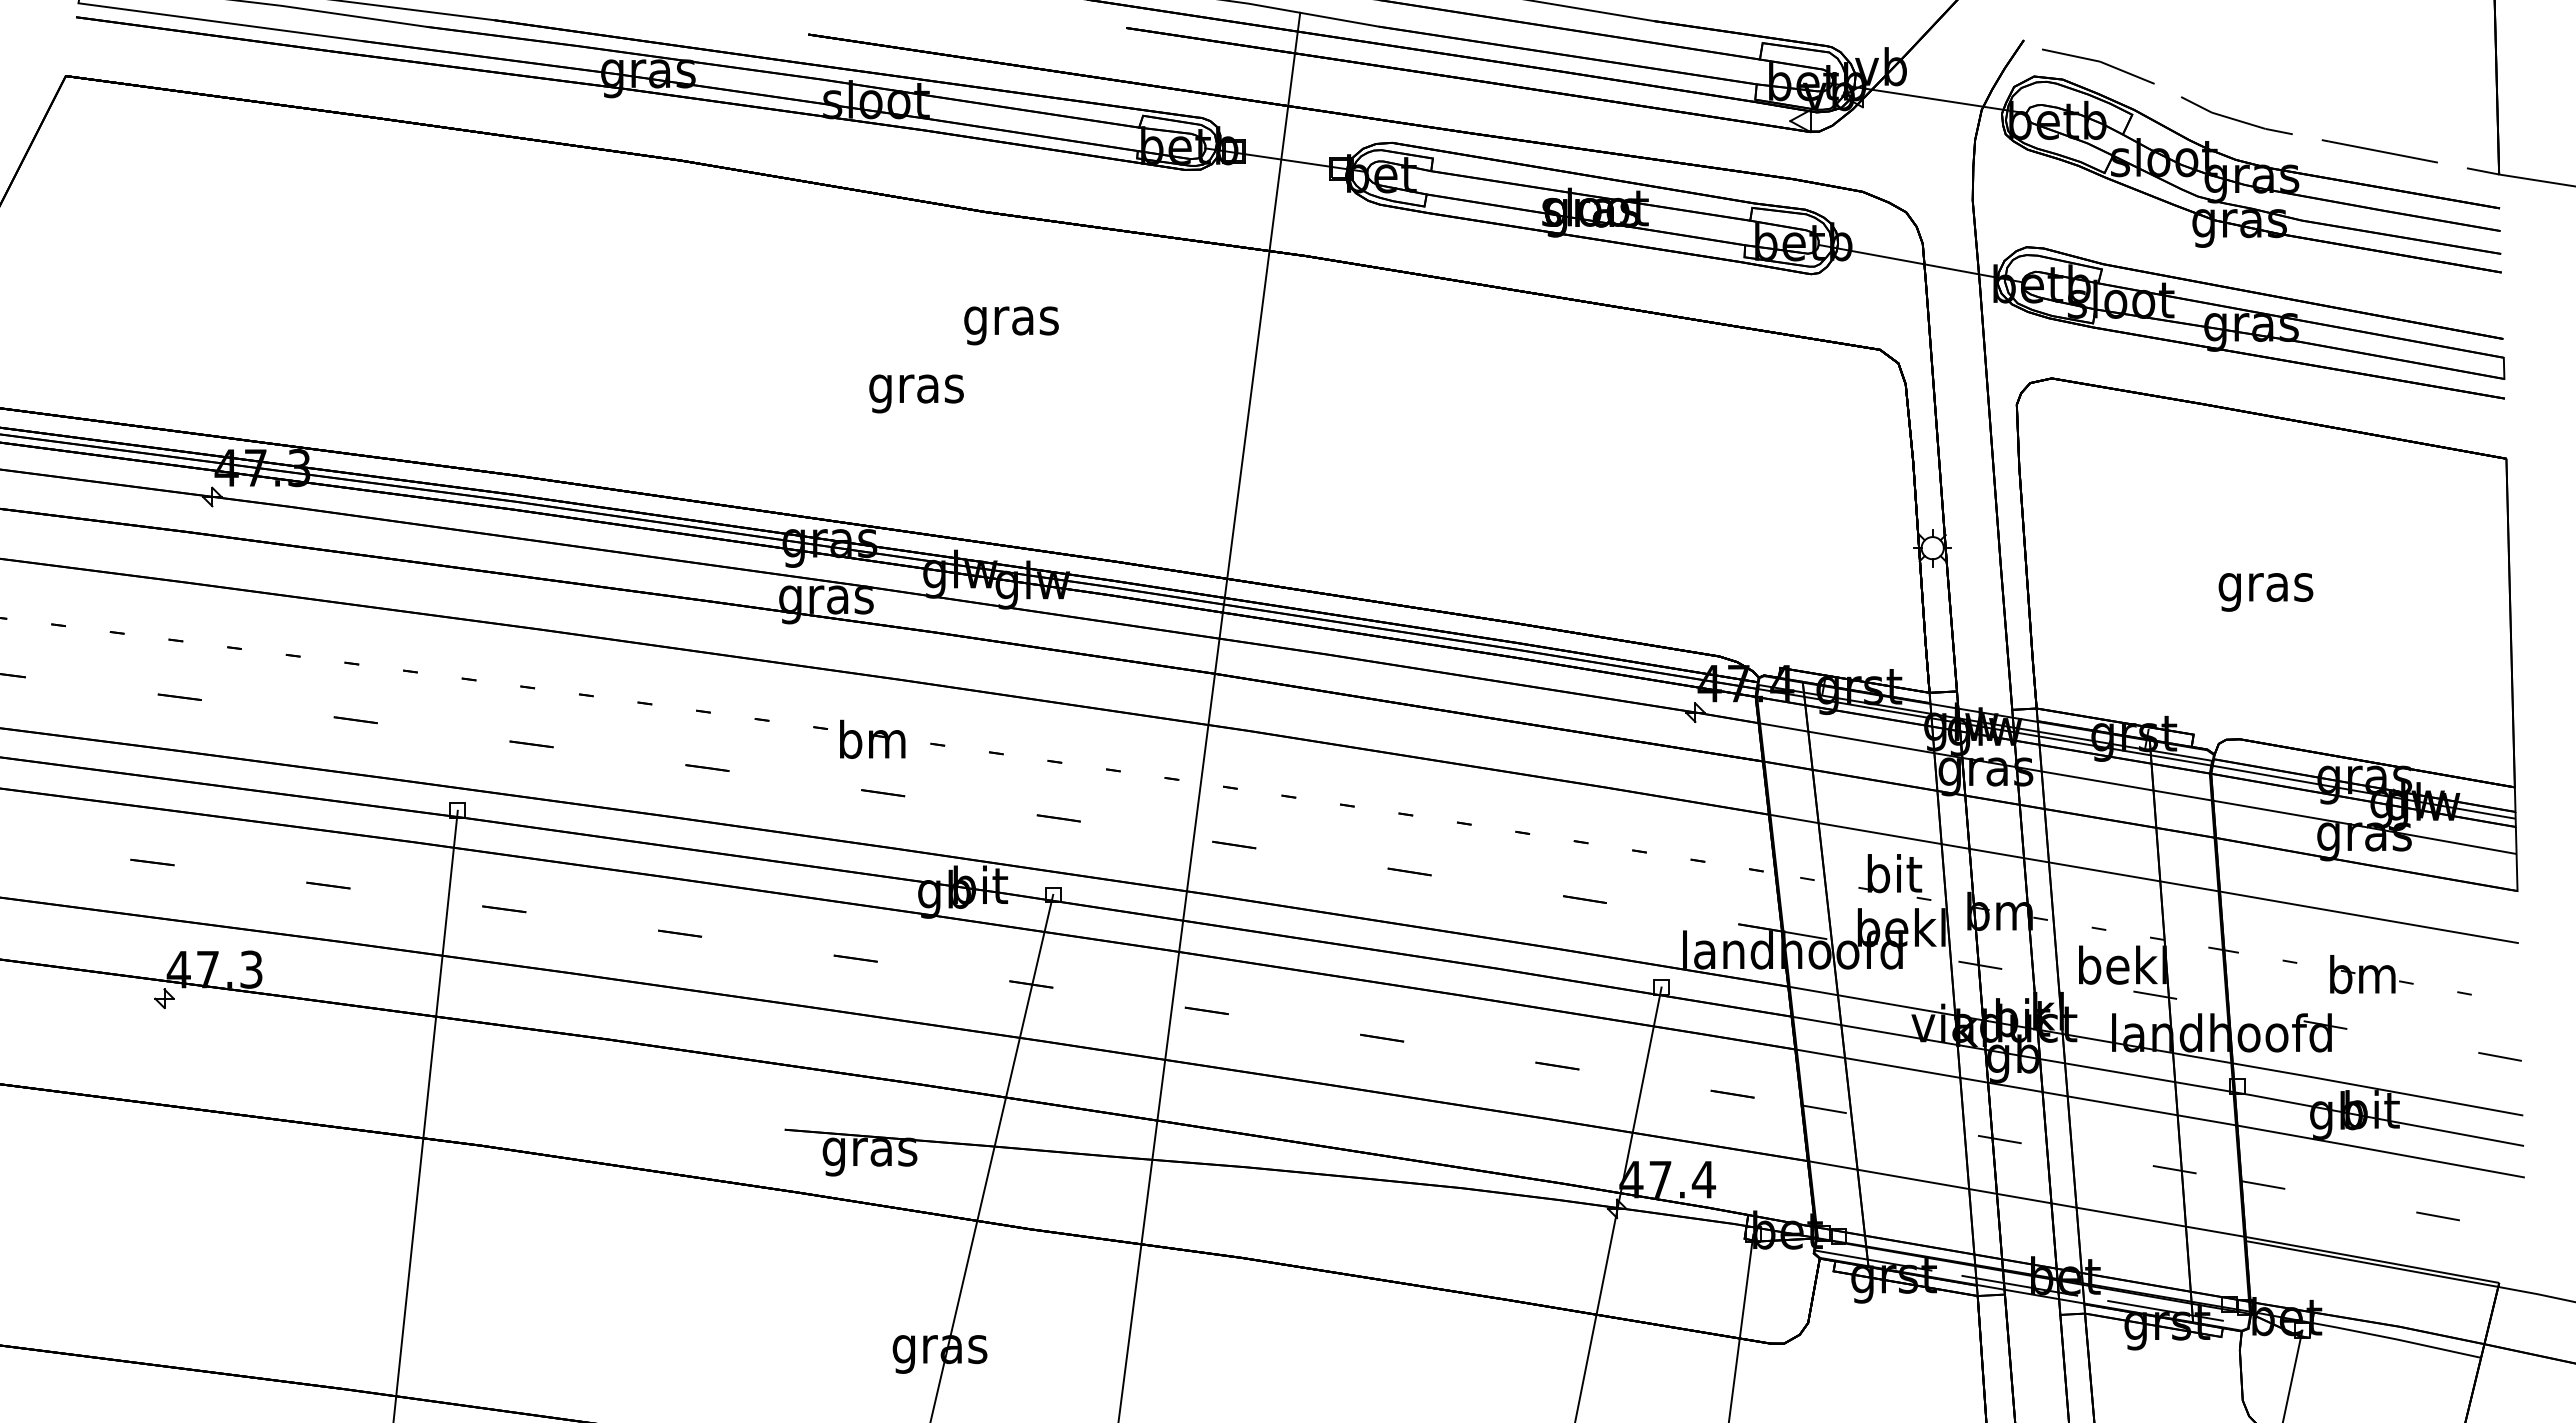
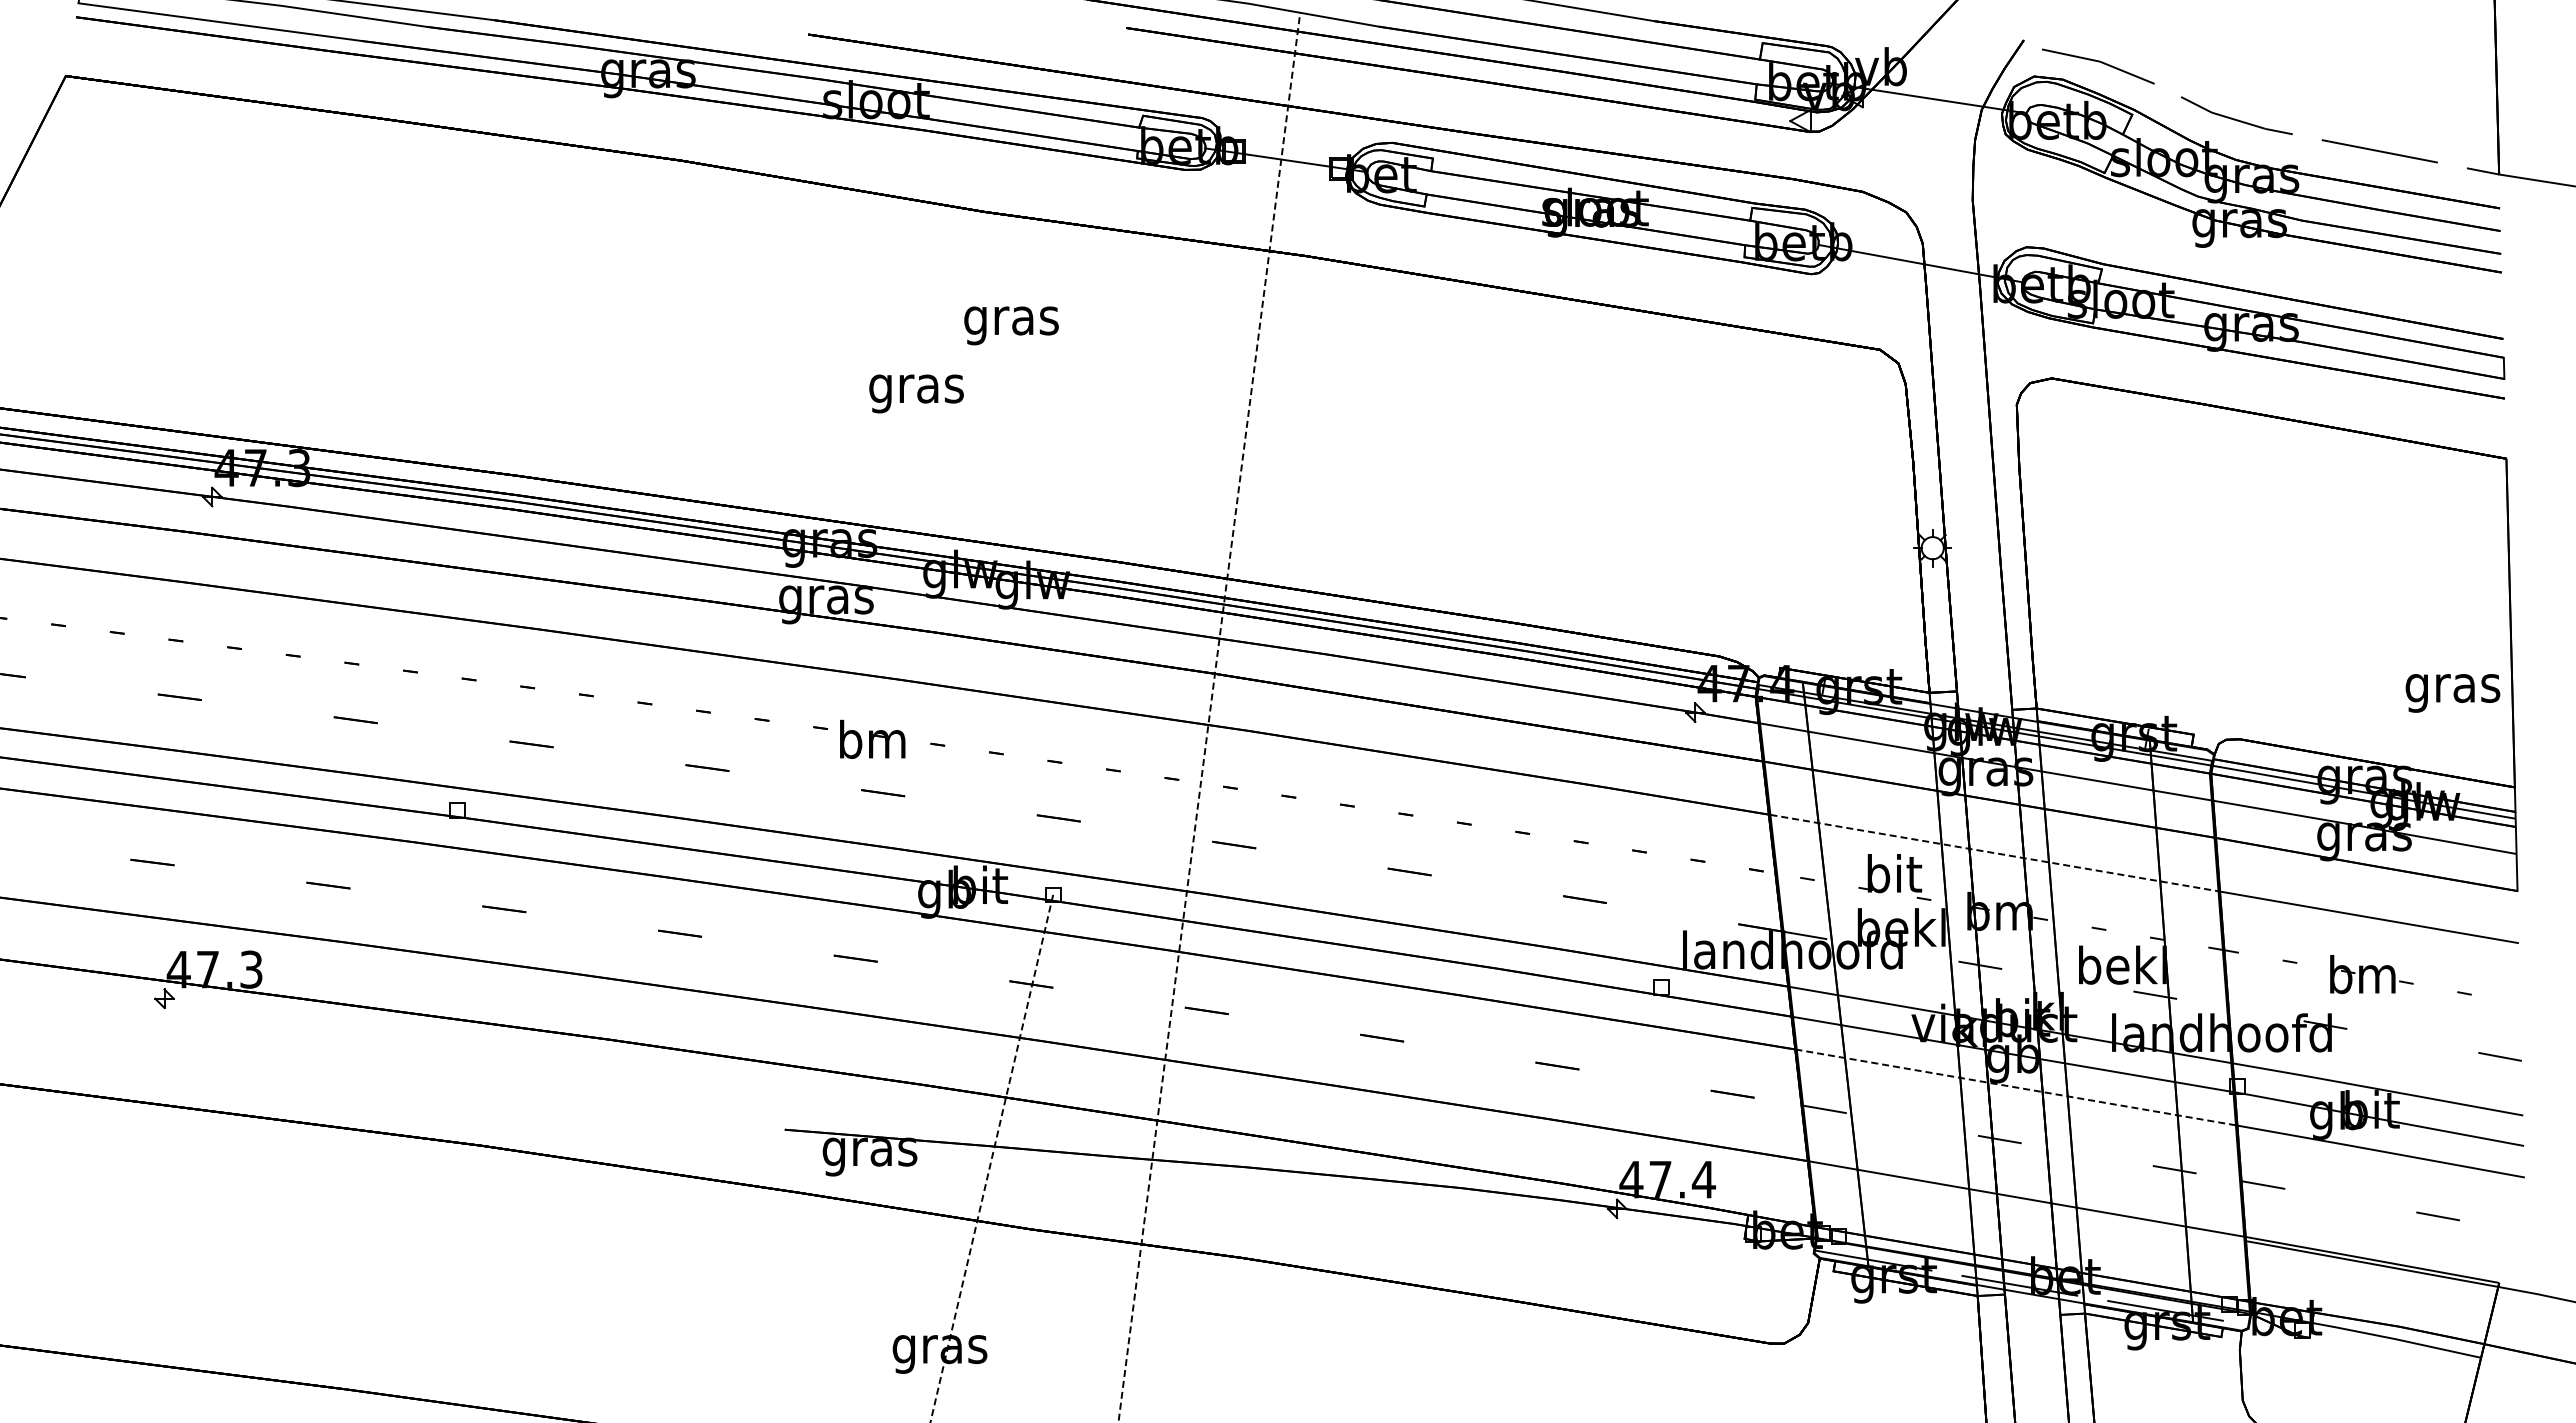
text at (2265, 592) position: (2265, 592) -> (2452, 693)
line at (1209, 717): solid -> dashed
line at (1994, 853): solid -> dashed
line at (2016, 1087): solid -> dashed
line at (425, 1114): present -> none
line at (991, 1158): solid -> dashed
line at (1618, 1203): present -> none
line at (1741, 1326): present -> none
line at (2292, 1374): present -> none
